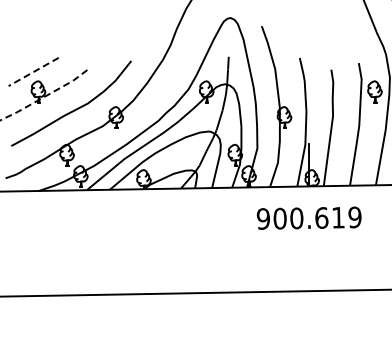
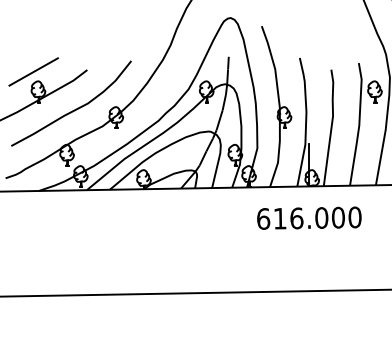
line at (33, 71): dashed -> solid
line at (44, 96): dashed -> solid
text at (308, 217): 900.619 -> 616.000
